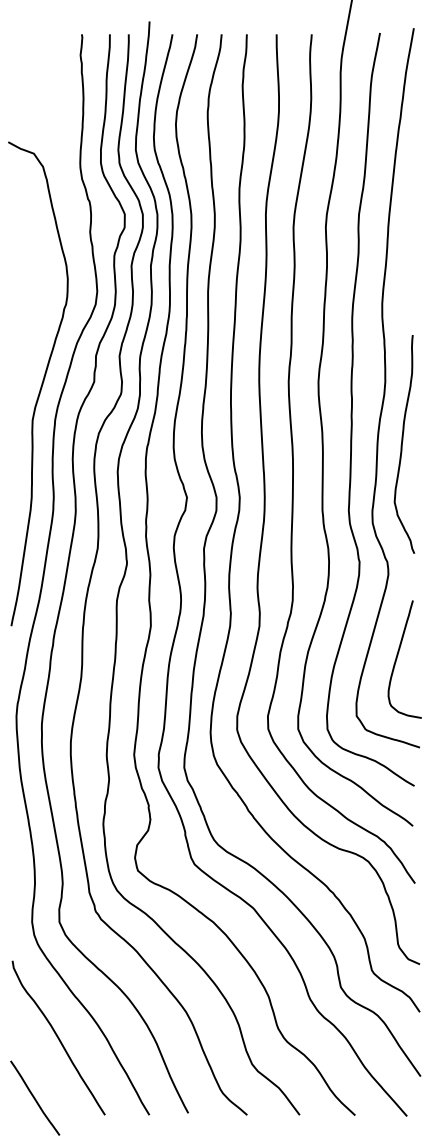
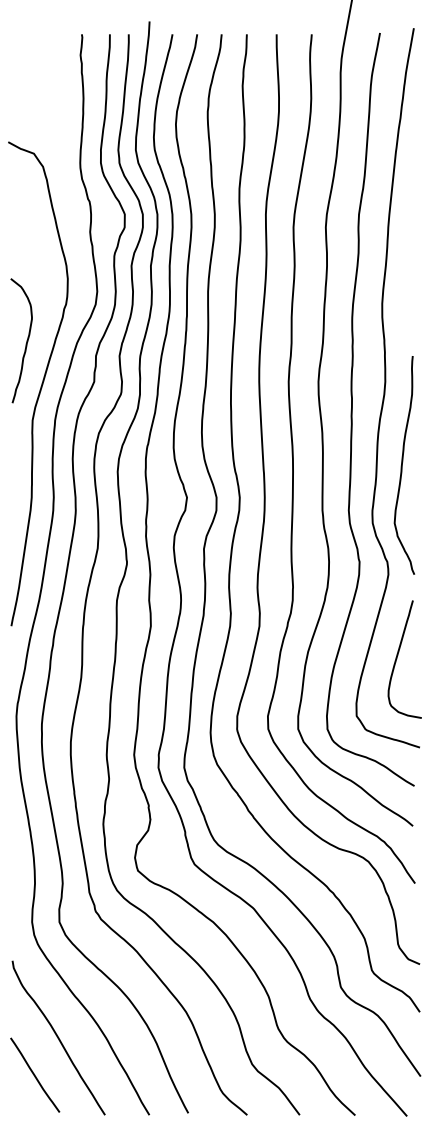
curve at (26, 340): none -> present
curve at (402, 444) position: (402, 444) -> (402, 465)
curve at (35, 1097) position: (35, 1097) -> (35, 1074)
